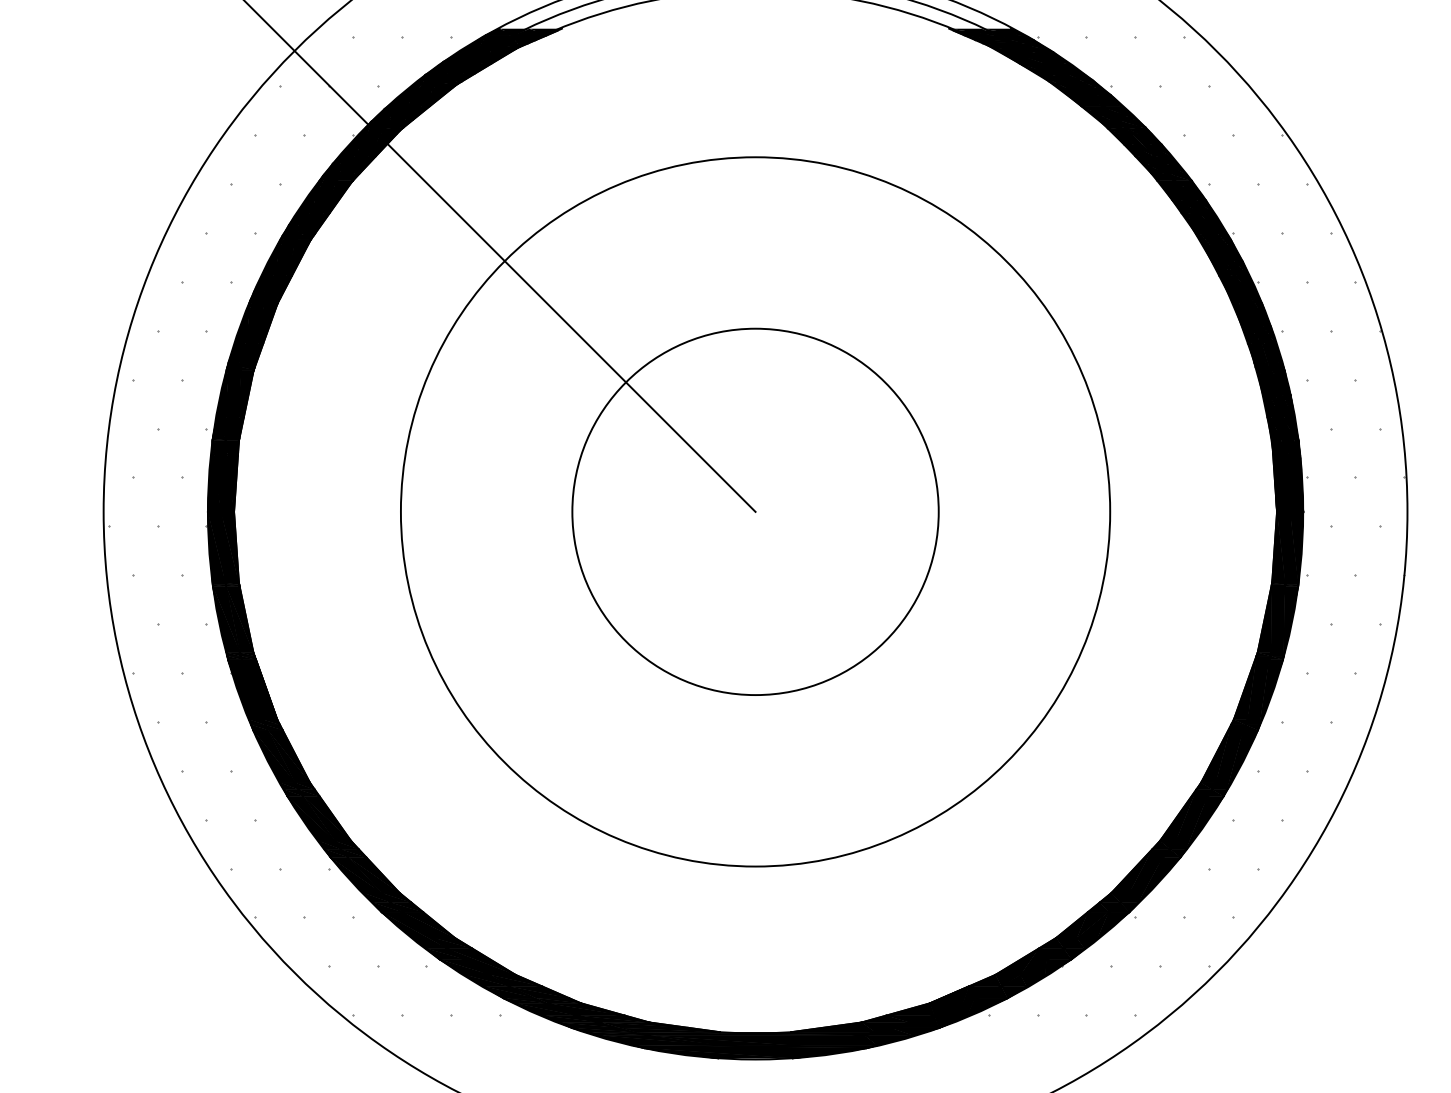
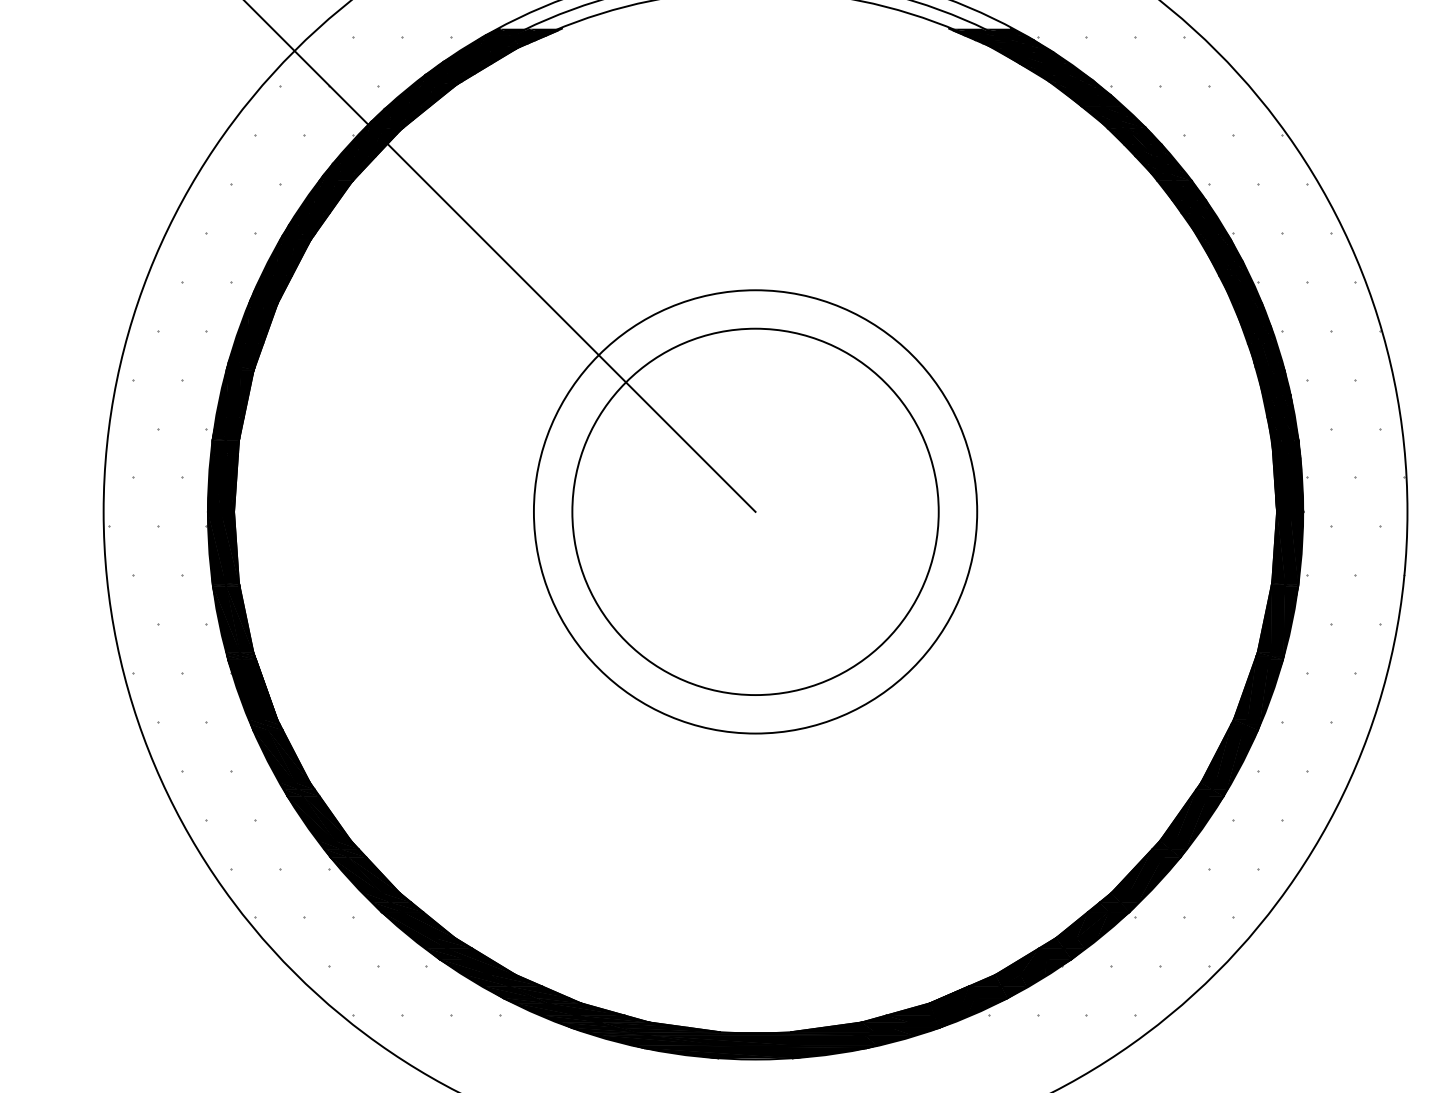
circle at (755, 511) diameter: 709 px -> 443 px
